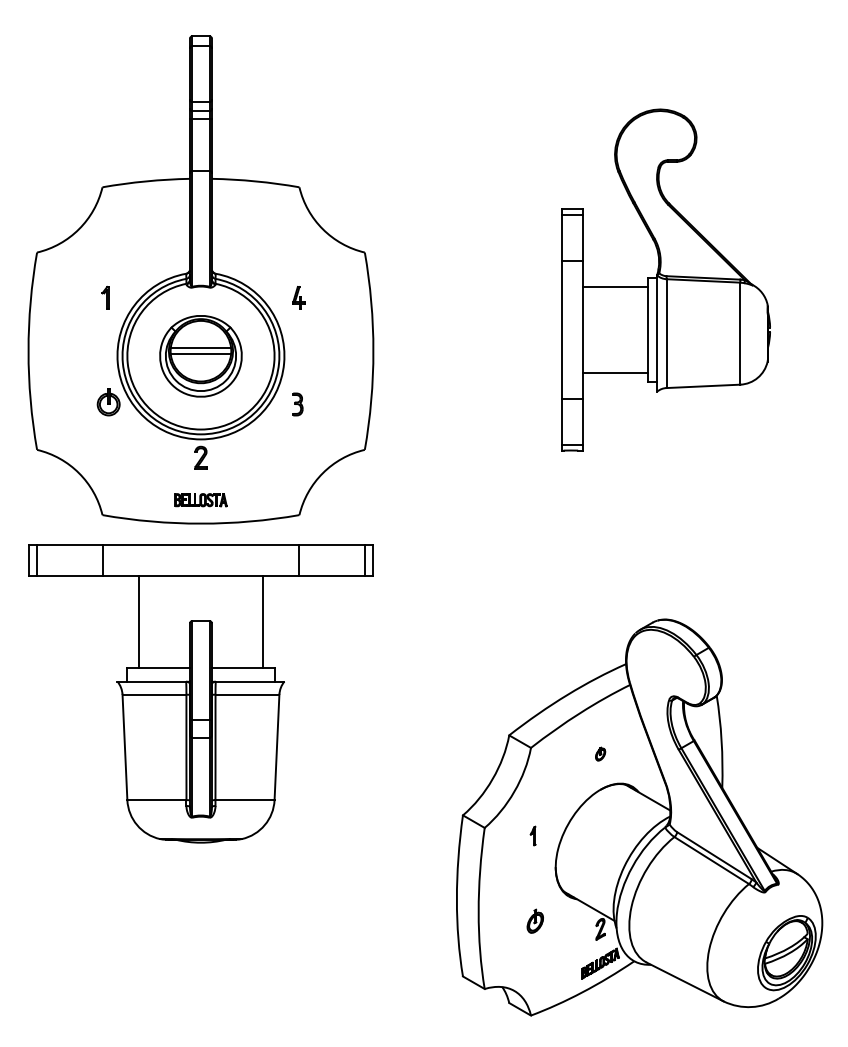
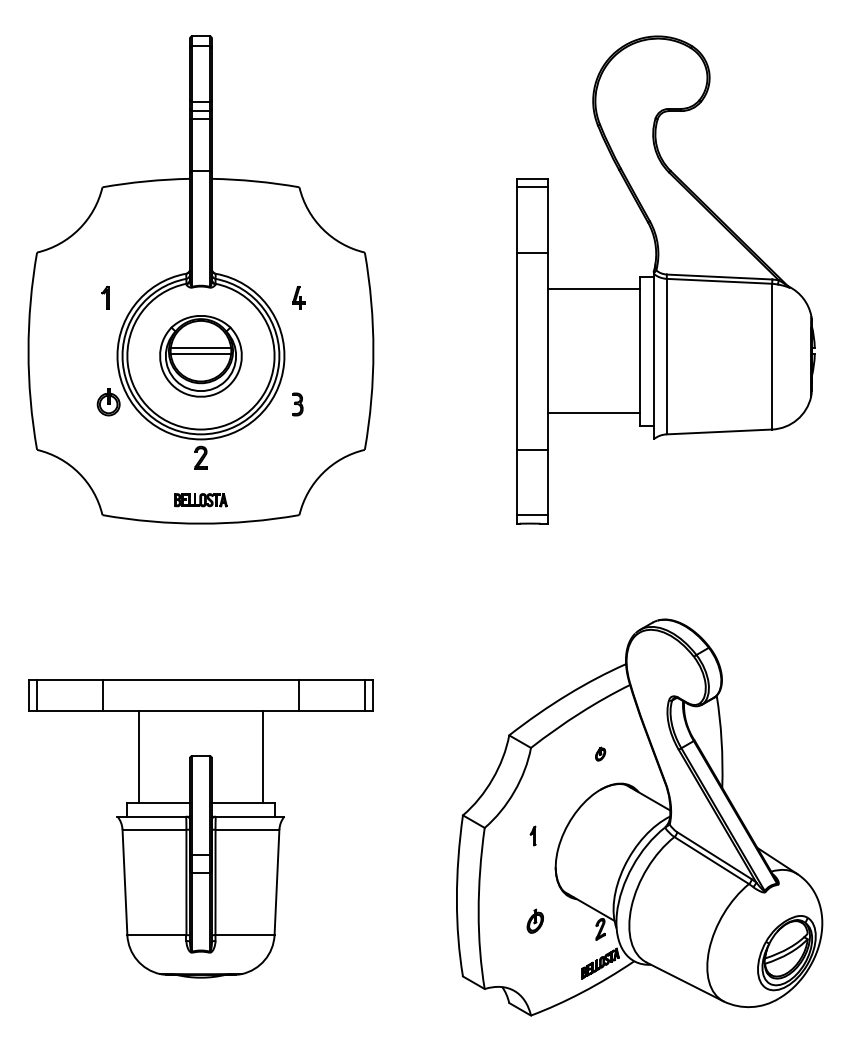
part at (665, 279) size: 210x344 px -> 300x490 px
part at (200, 693) position: (200, 693) -> (200, 828)
